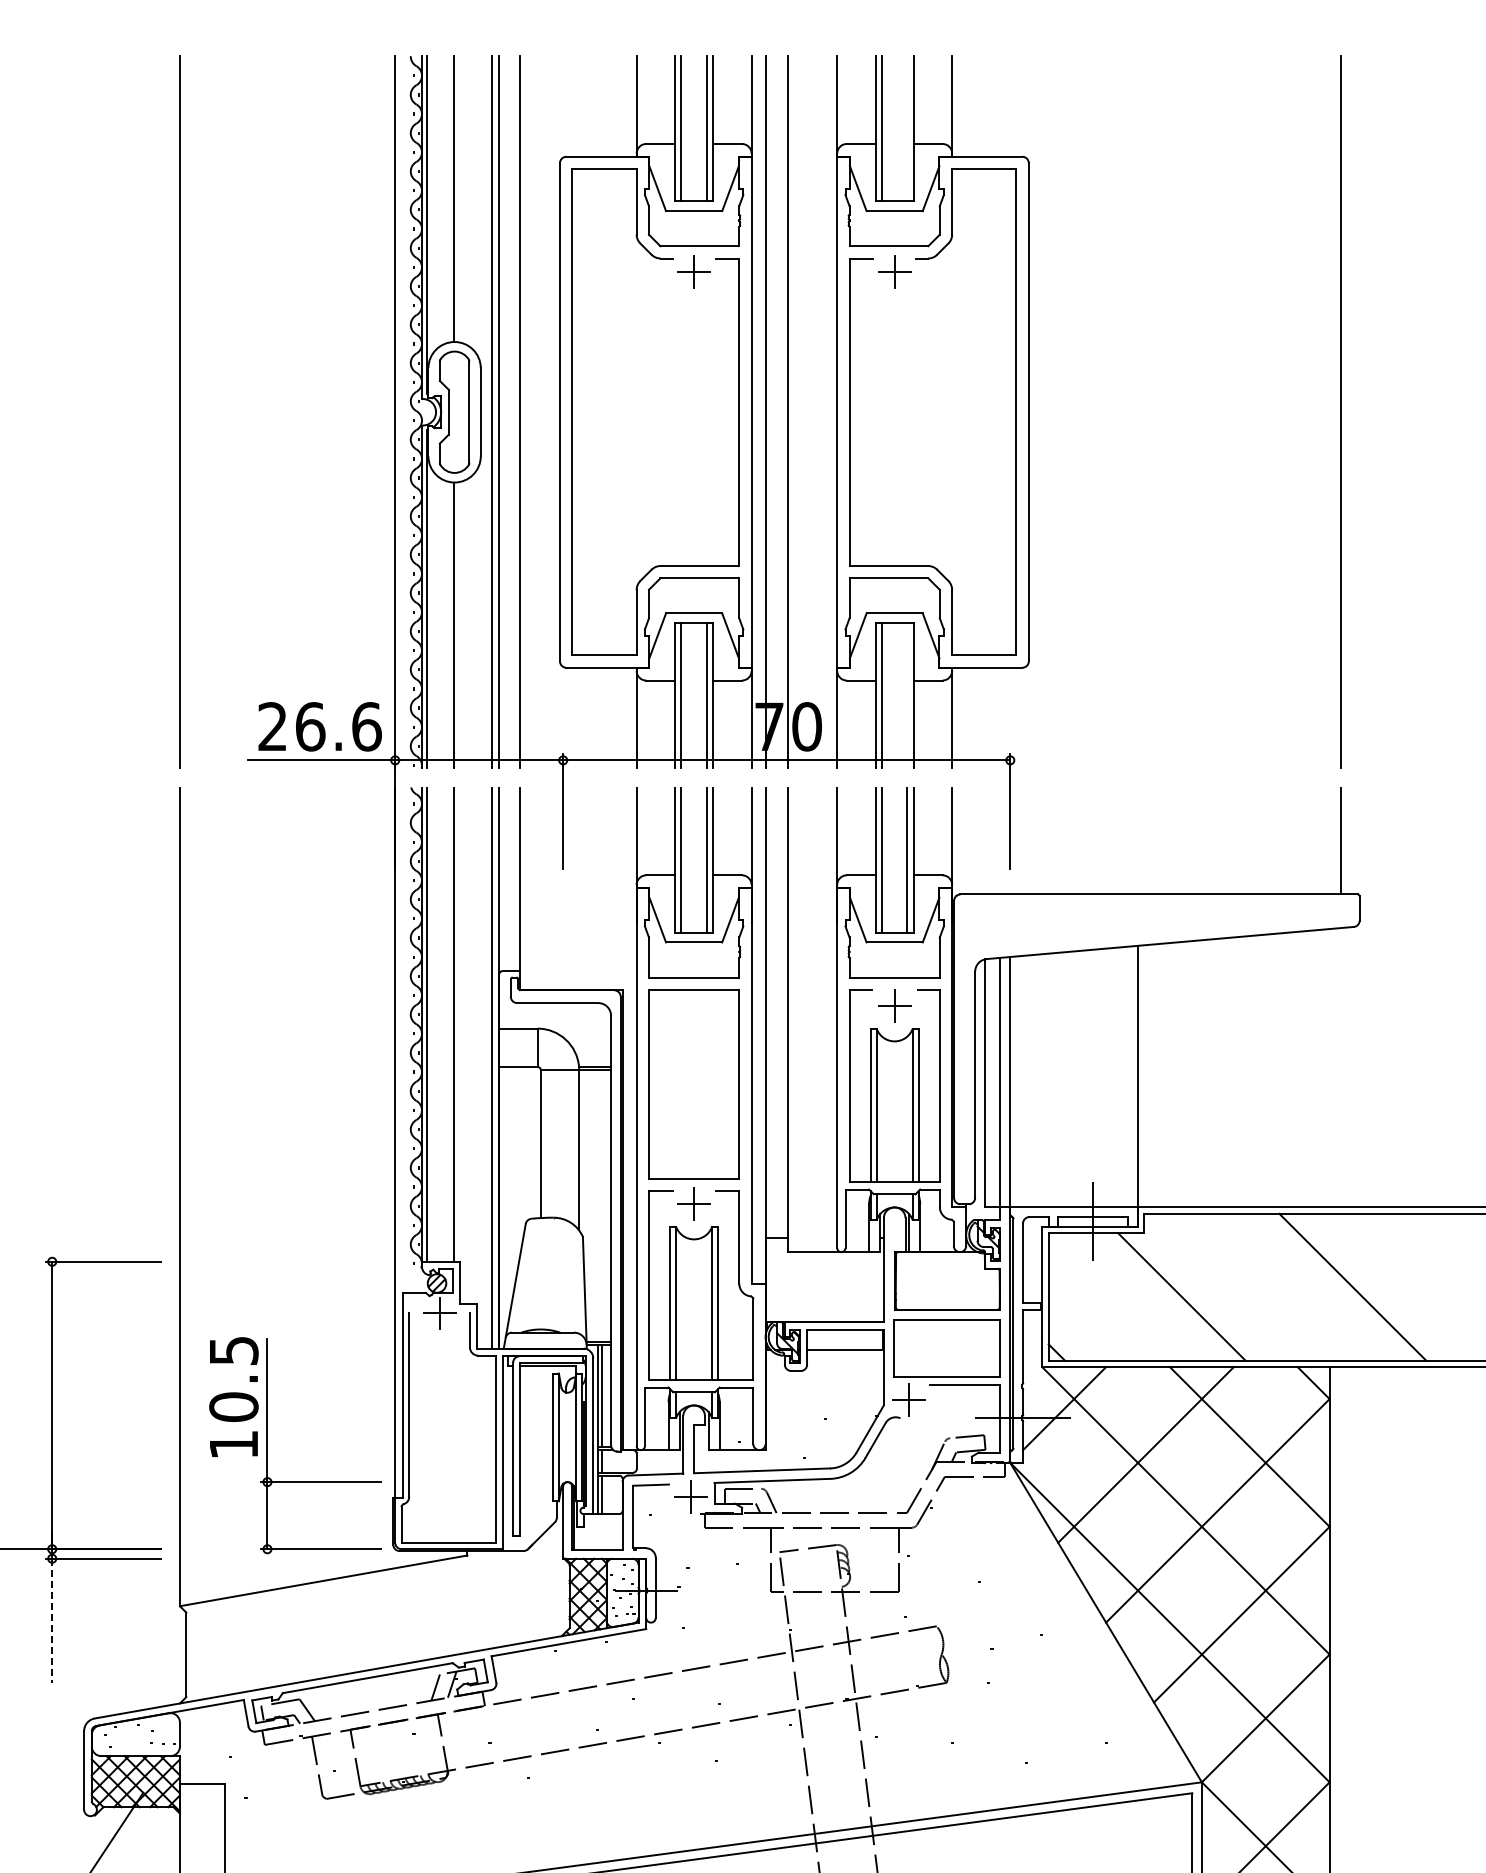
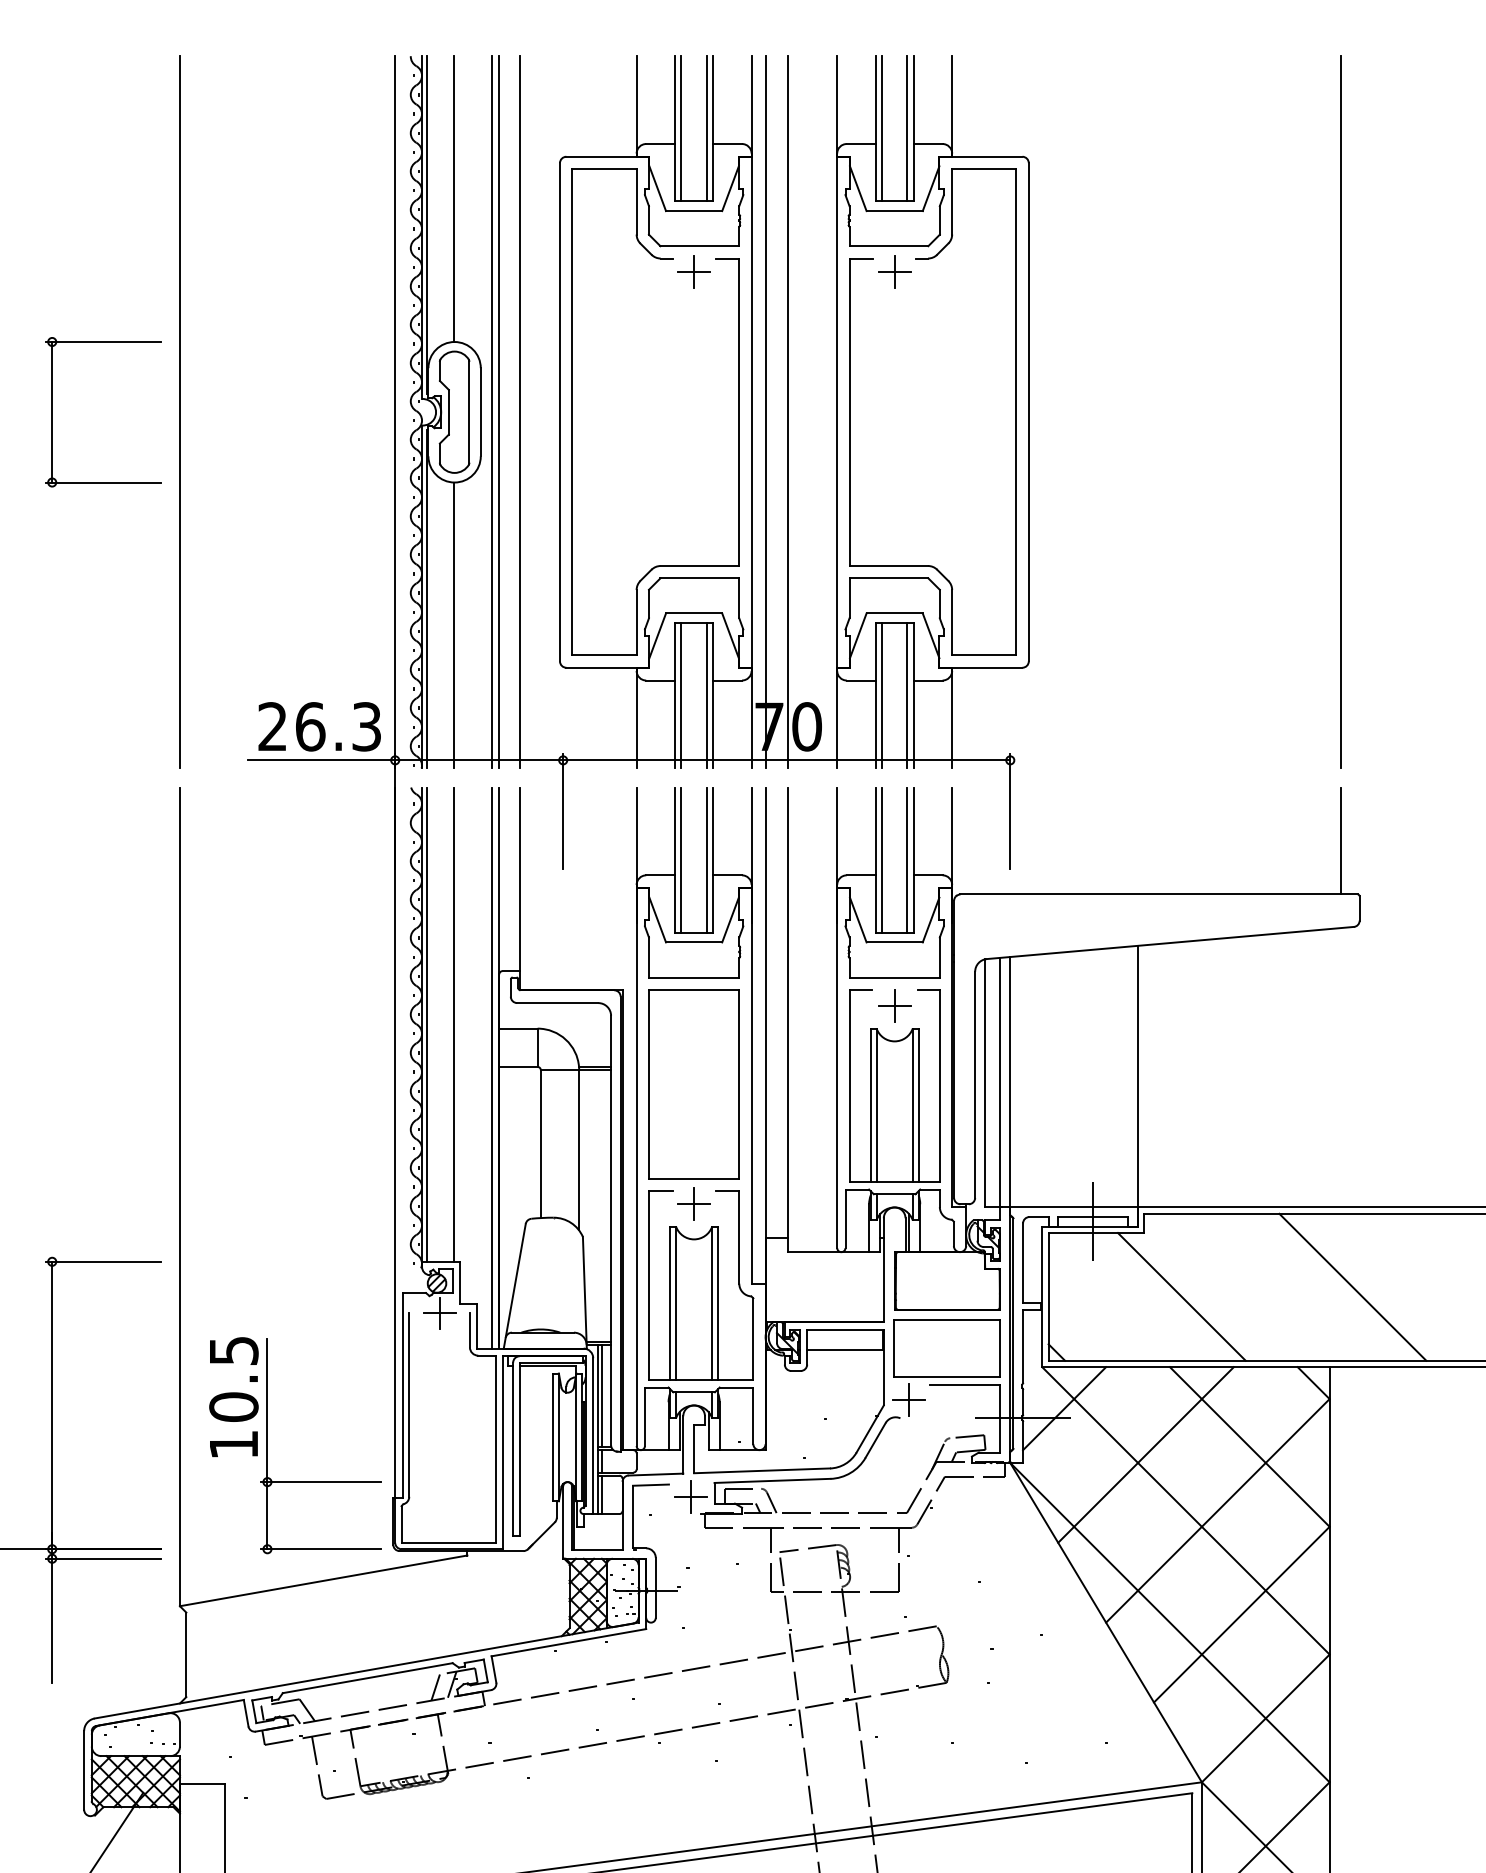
line at (907, 128): none -> present
part at (52, 412): none -> present
line at (907, 695): none -> present
text at (366, 726): 26.6 -> 26.3
line at (52, 1621): dashed -> solid
